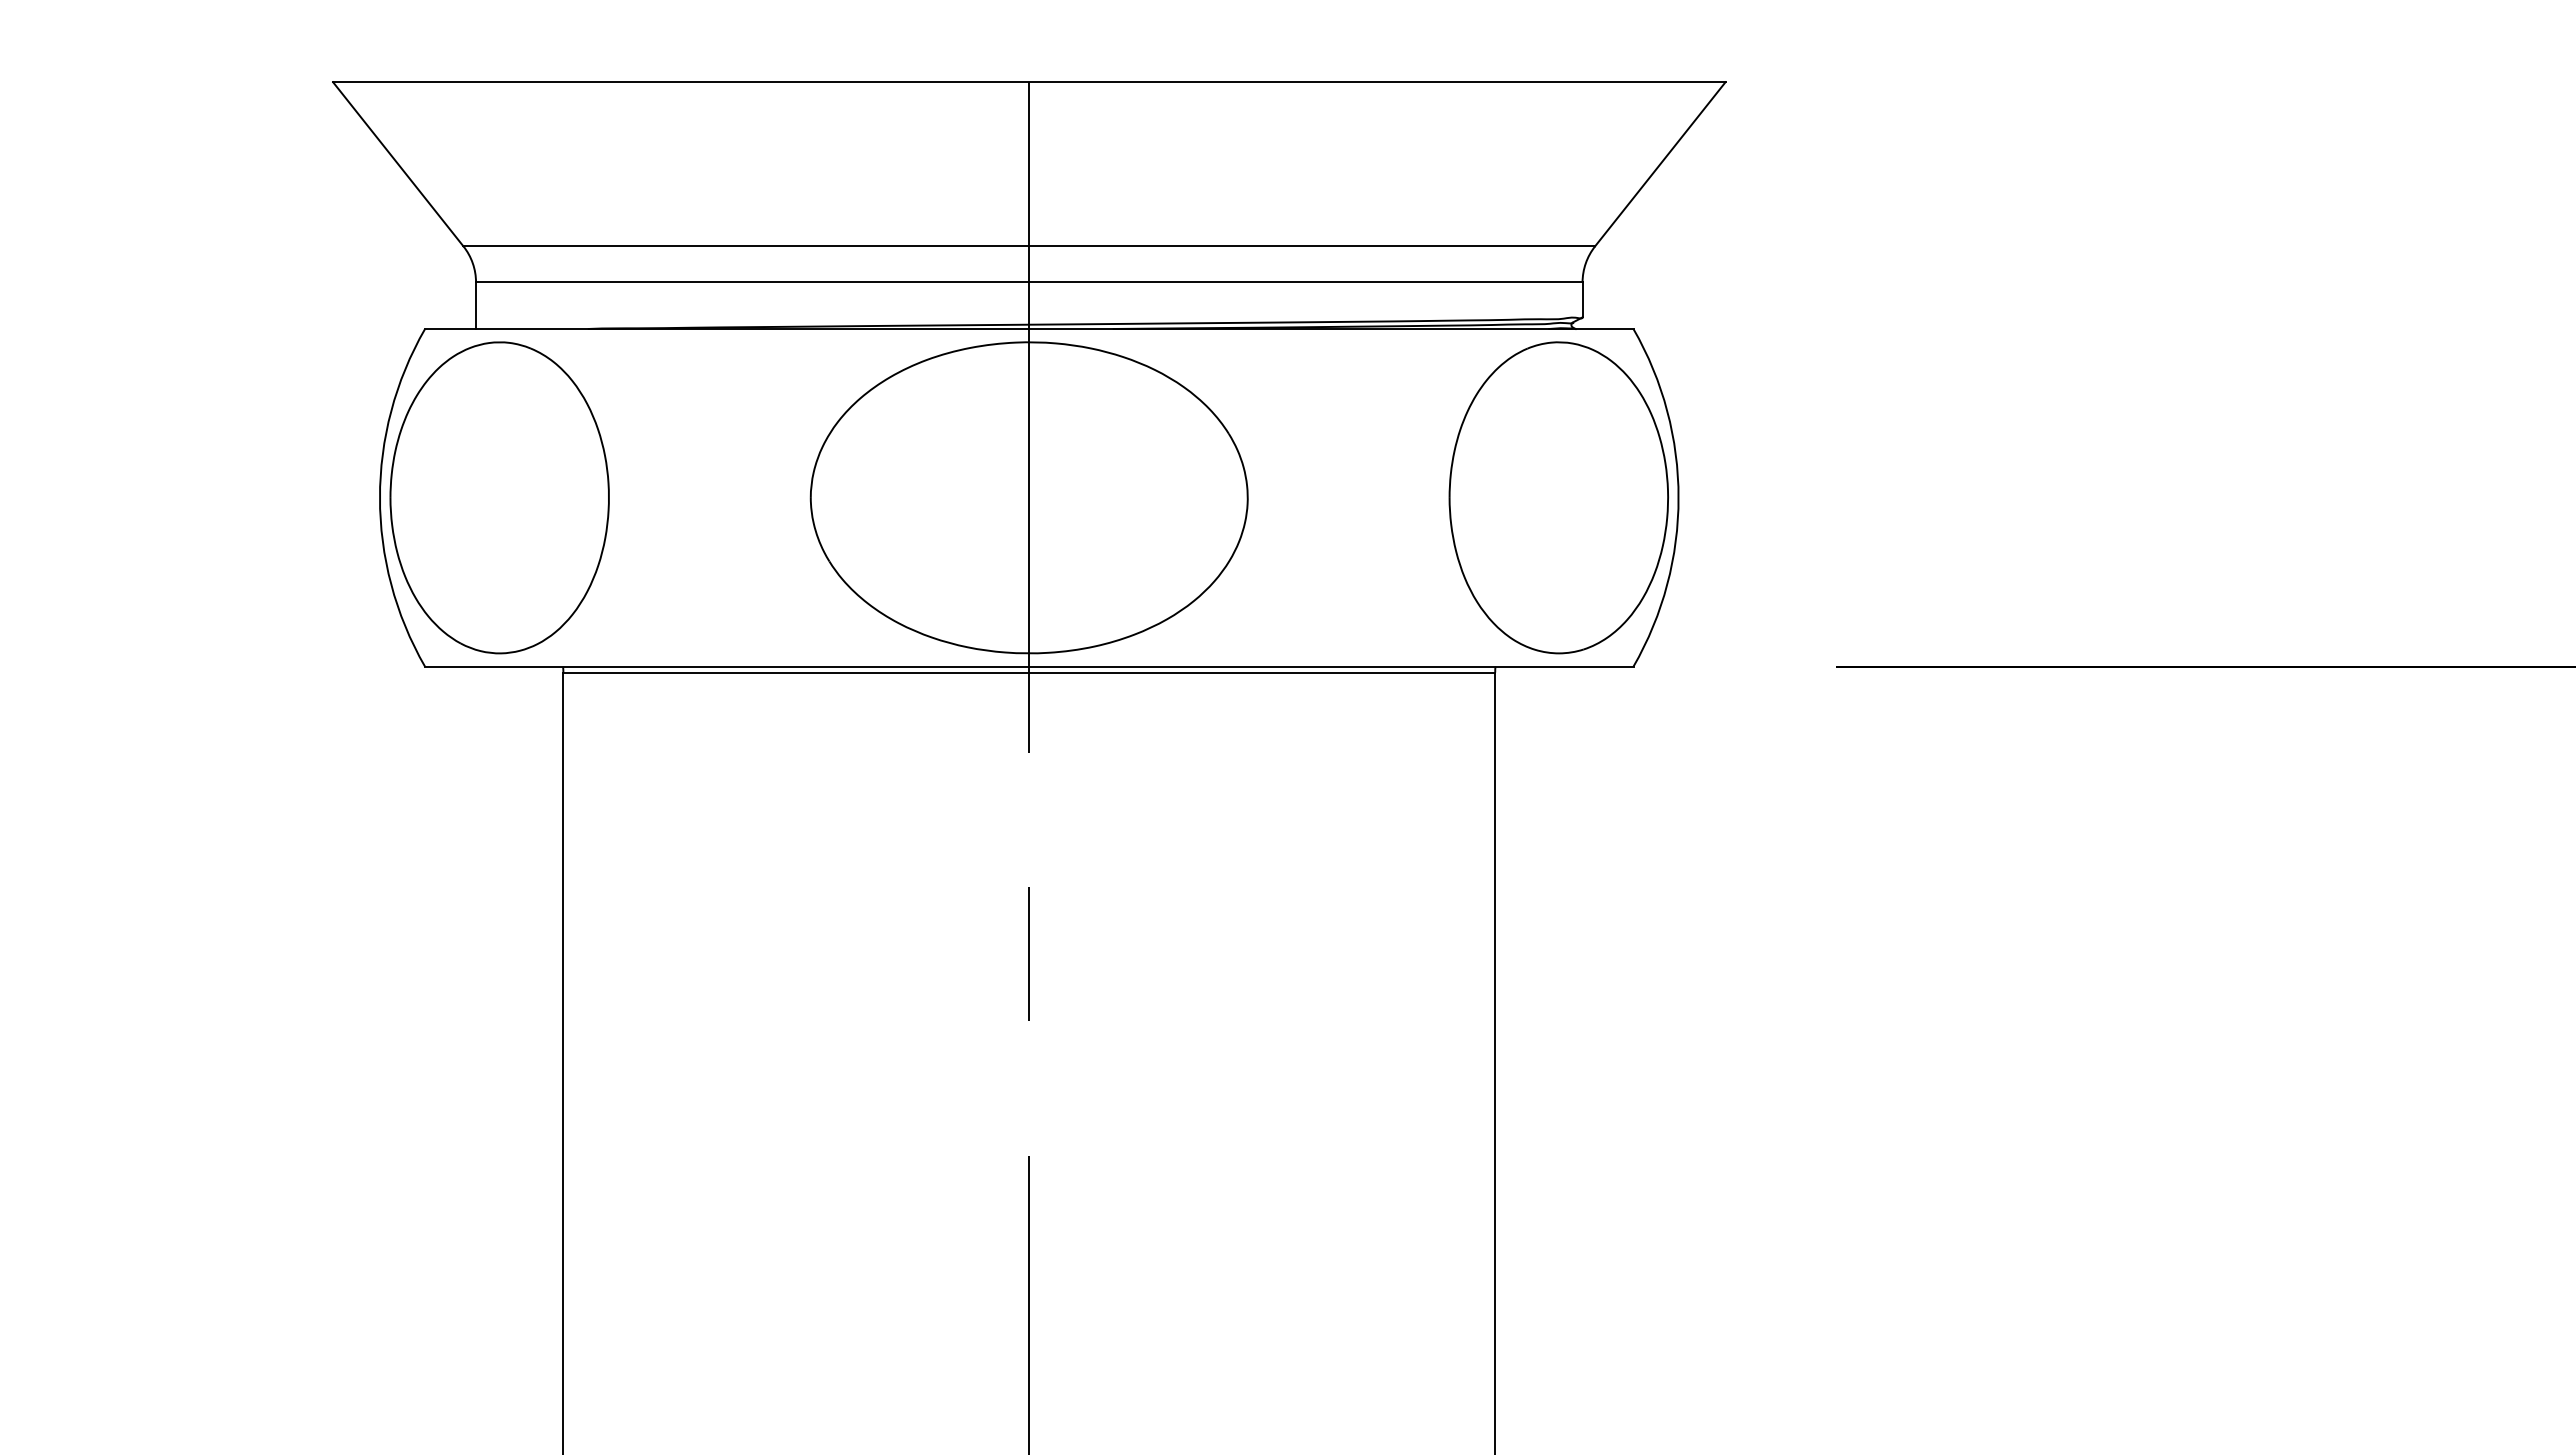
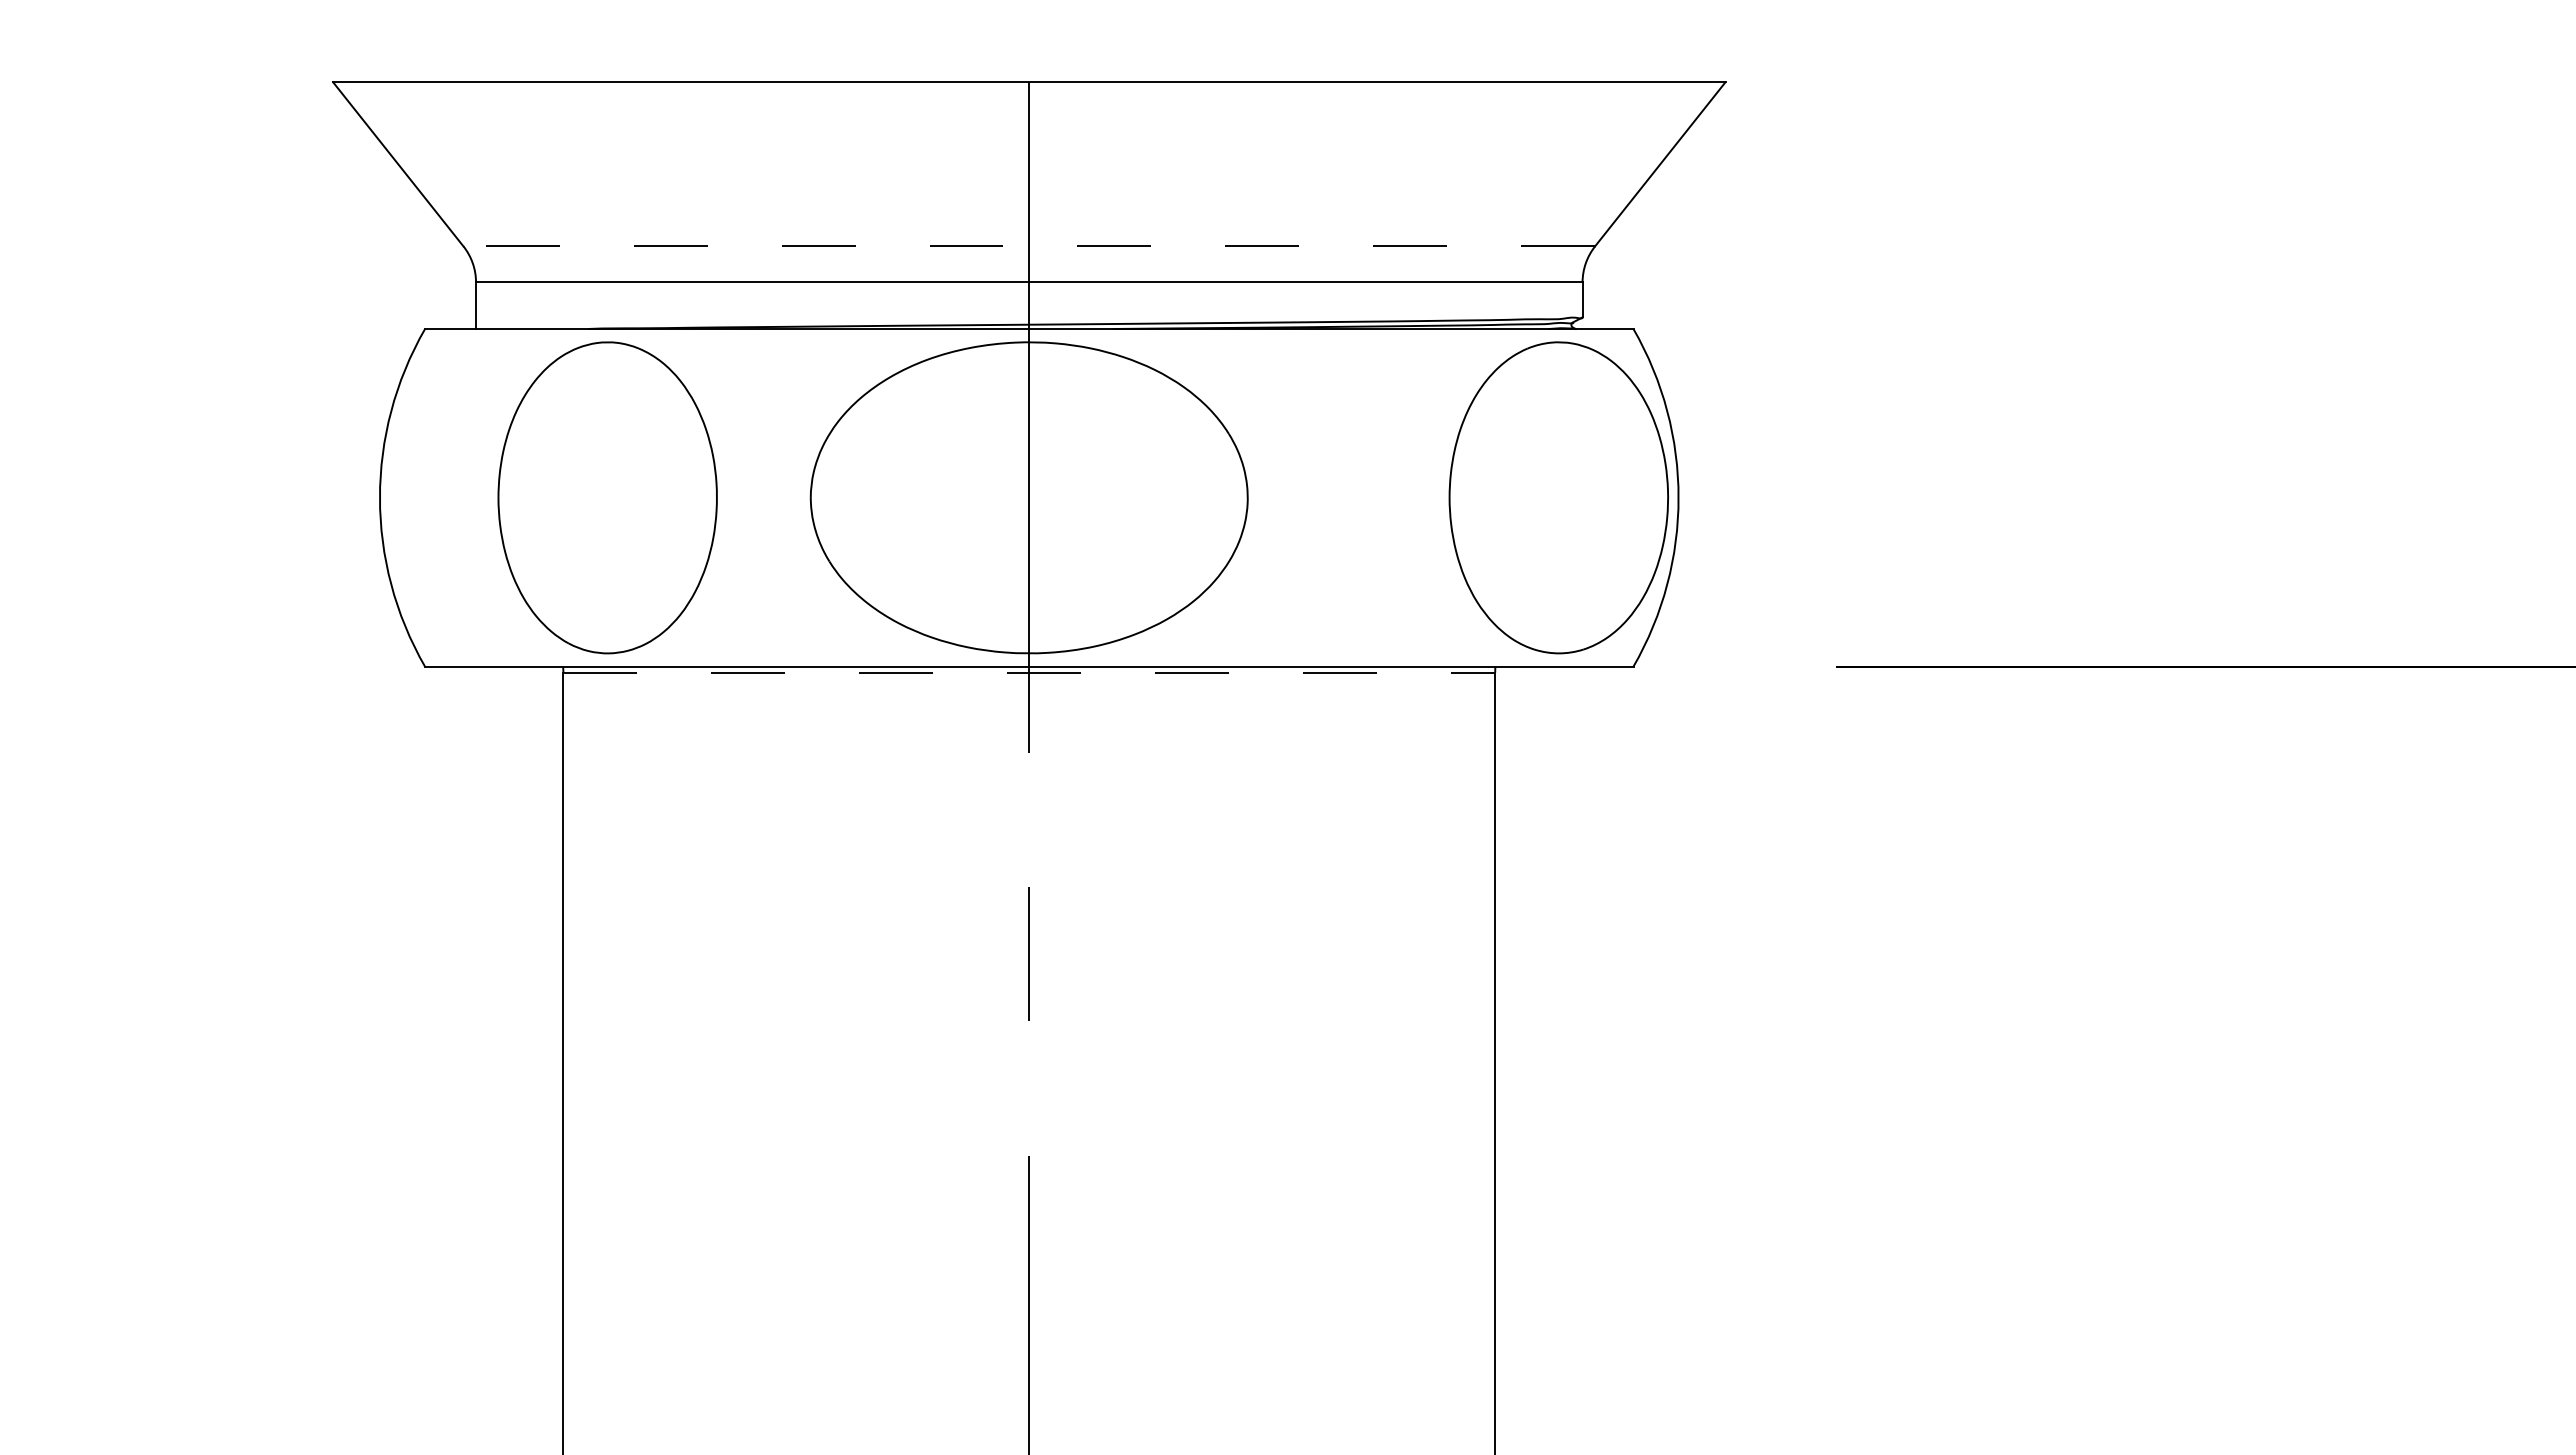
line at (1029, 246): solid -> dashed
part at (499, 497) position: (499, 497) -> (607, 497)
line at (1029, 672): solid -> dashed
